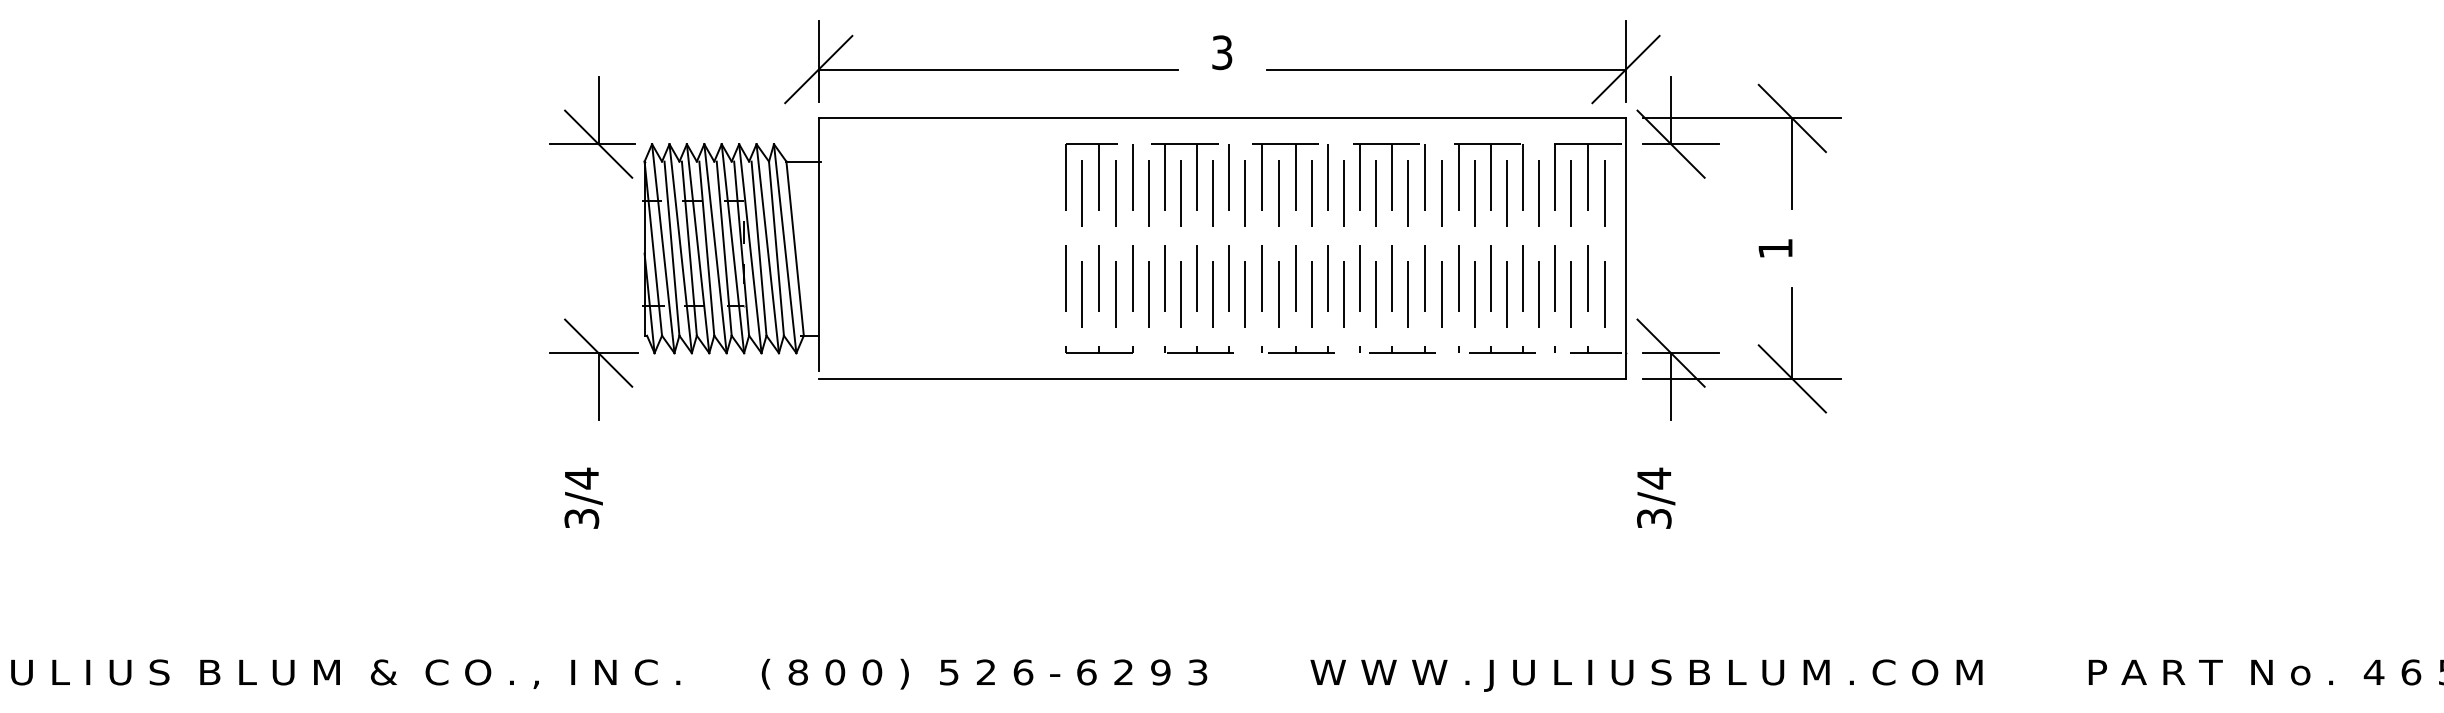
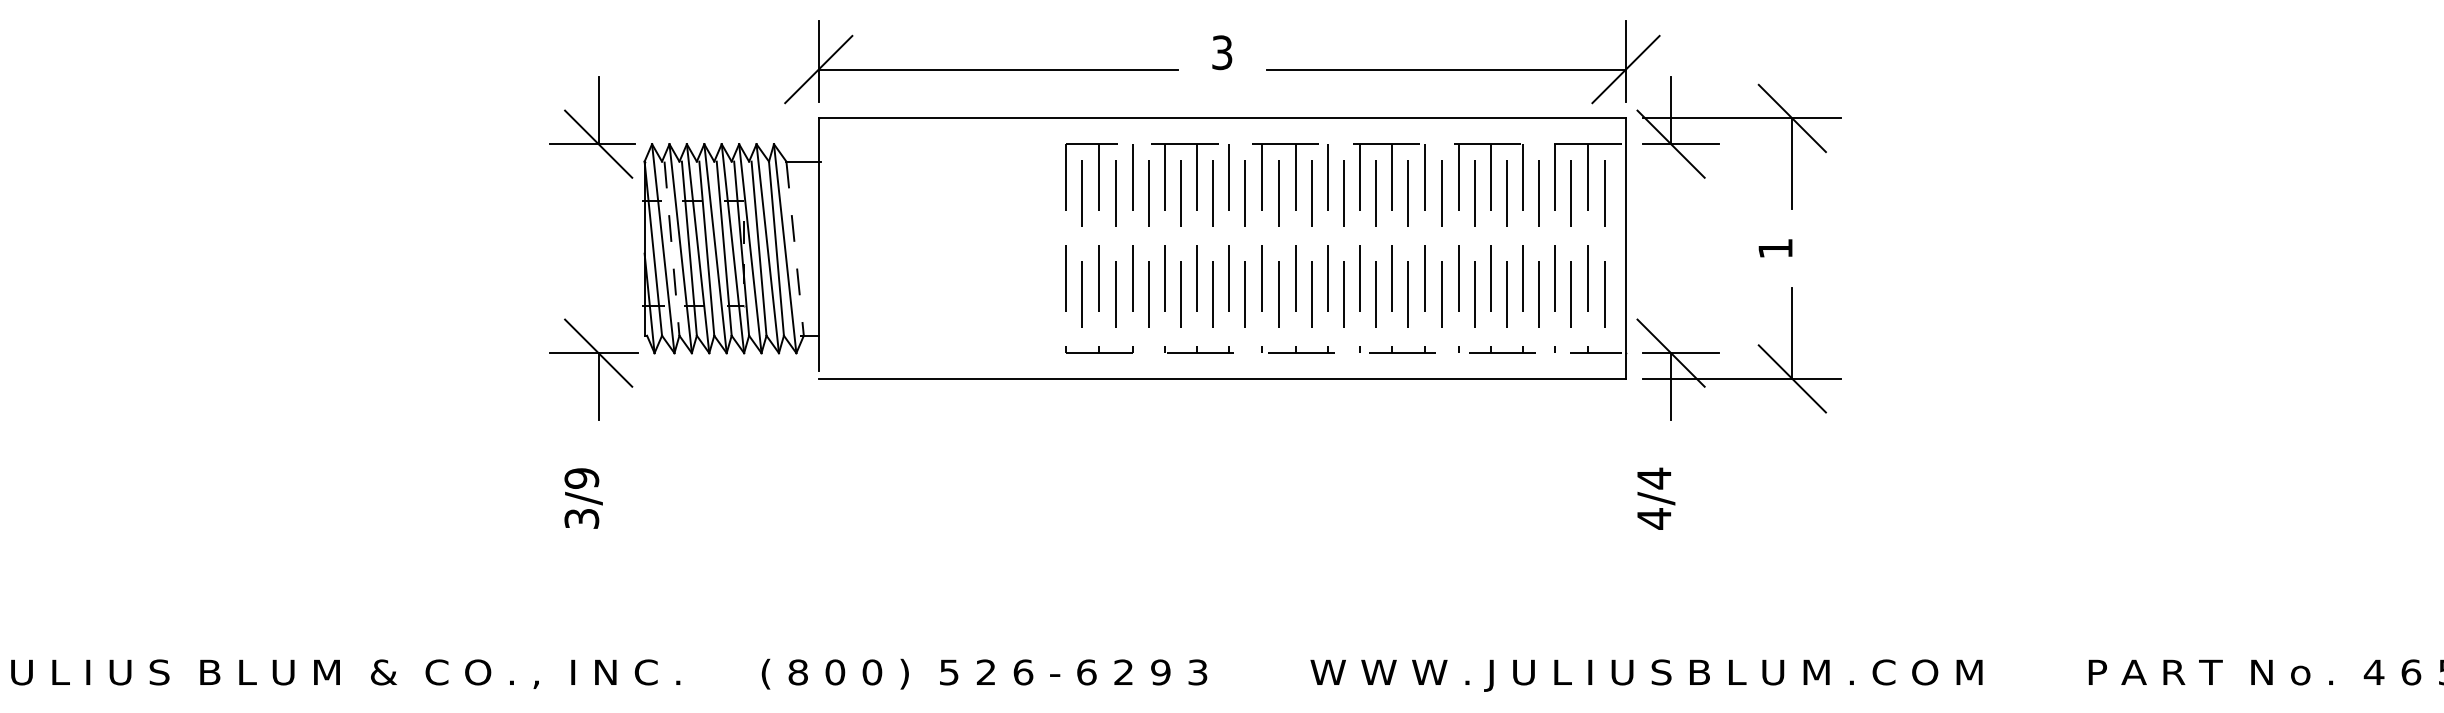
line at (795, 248): solid -> dashed
line at (672, 249): solid -> dashed
text at (581, 478): 3/4 -> 3/9
text at (1654, 518): 3/4 -> 4/4
